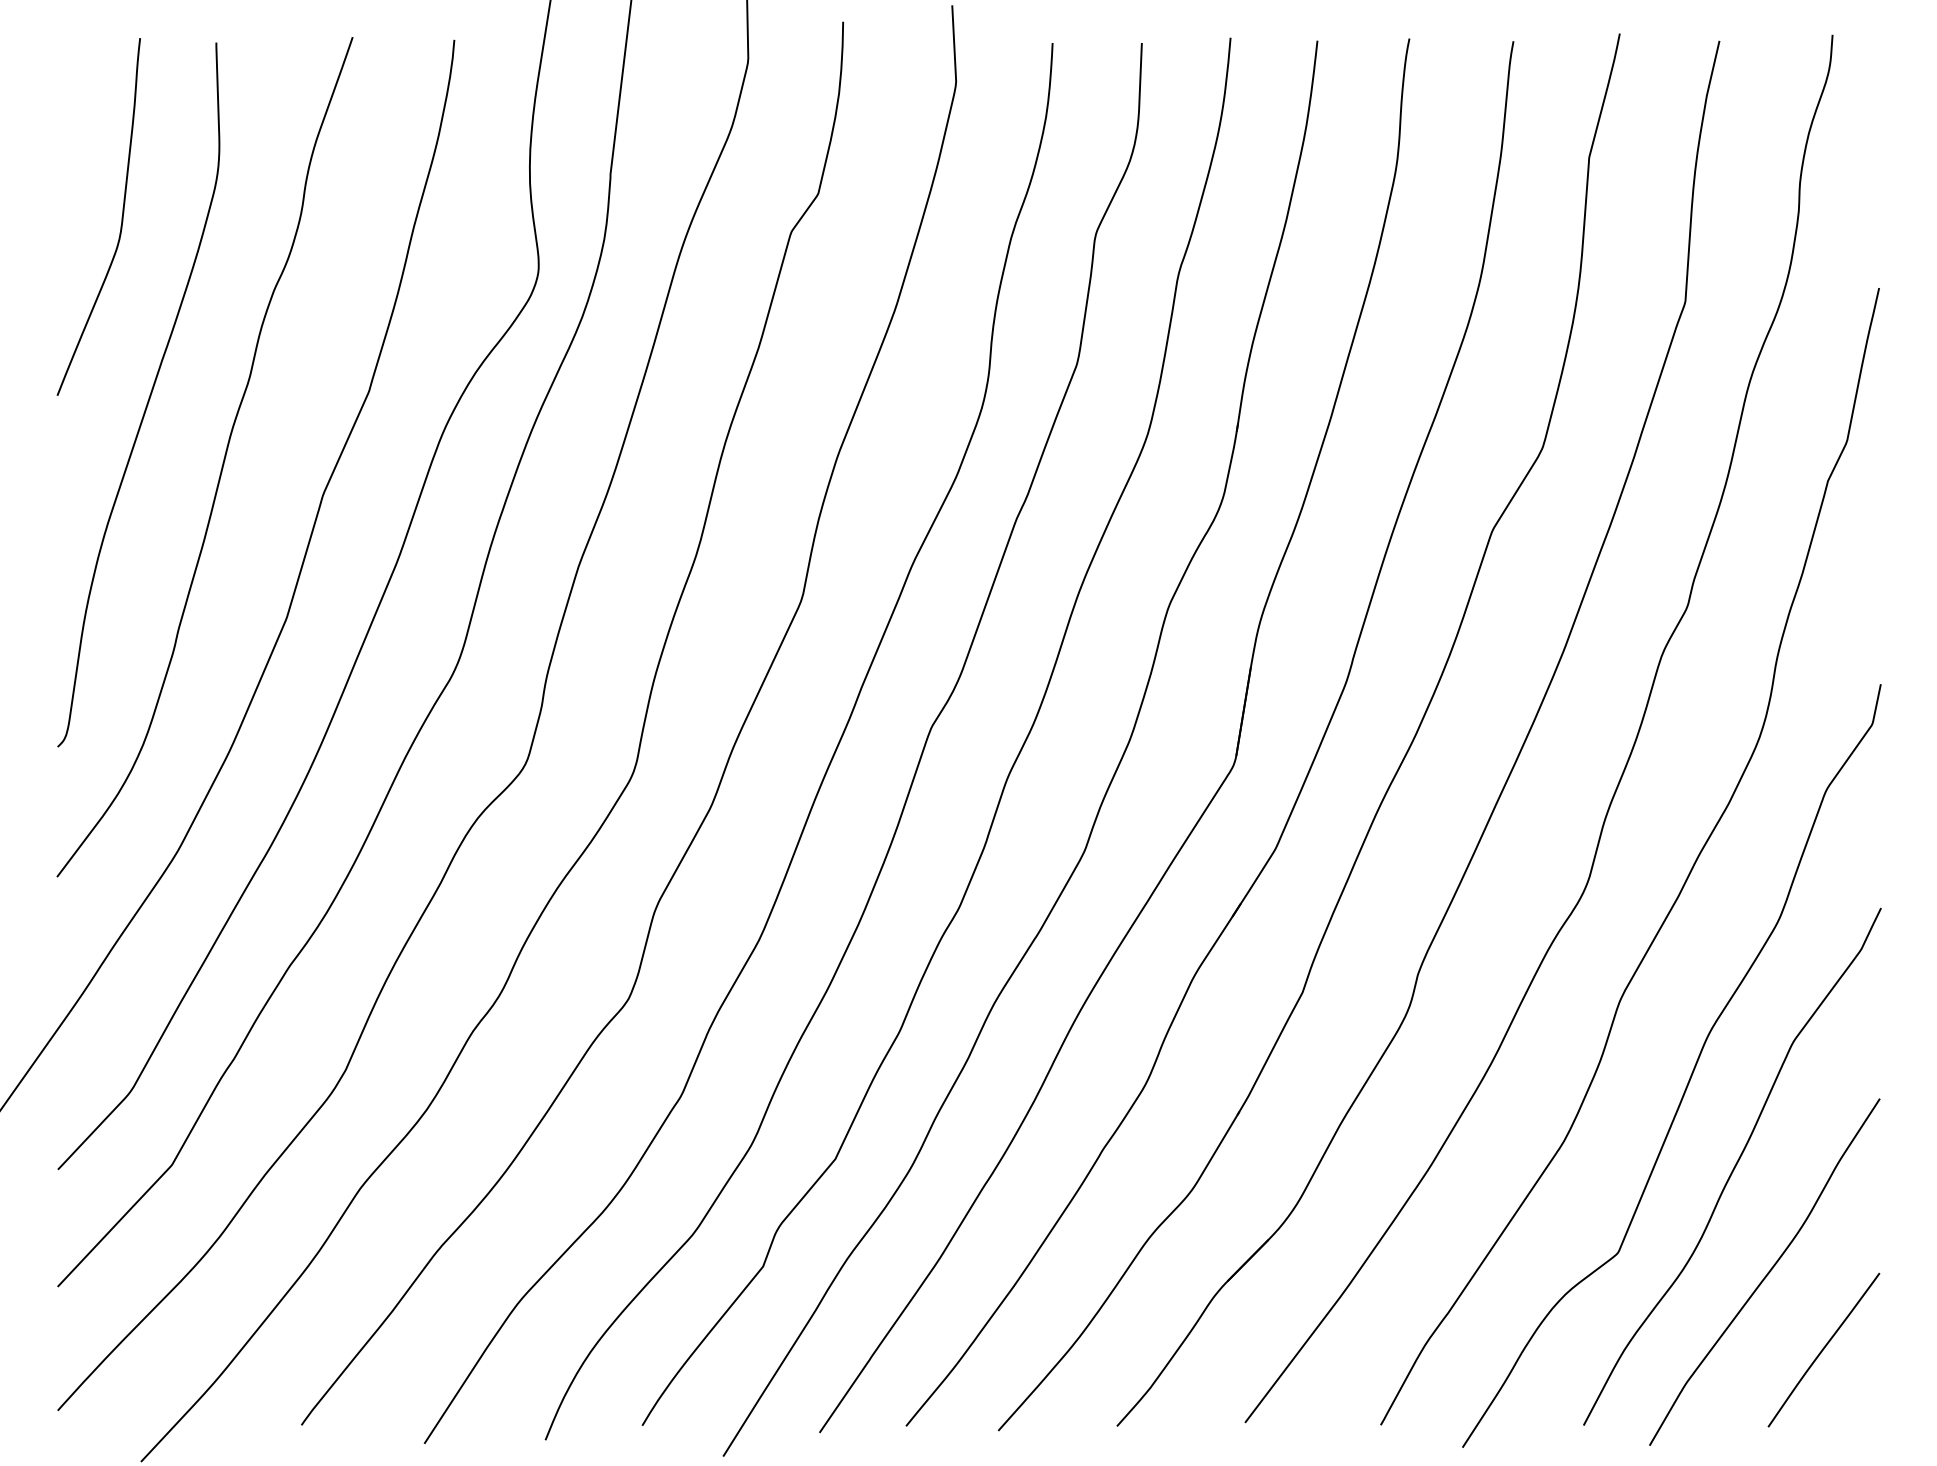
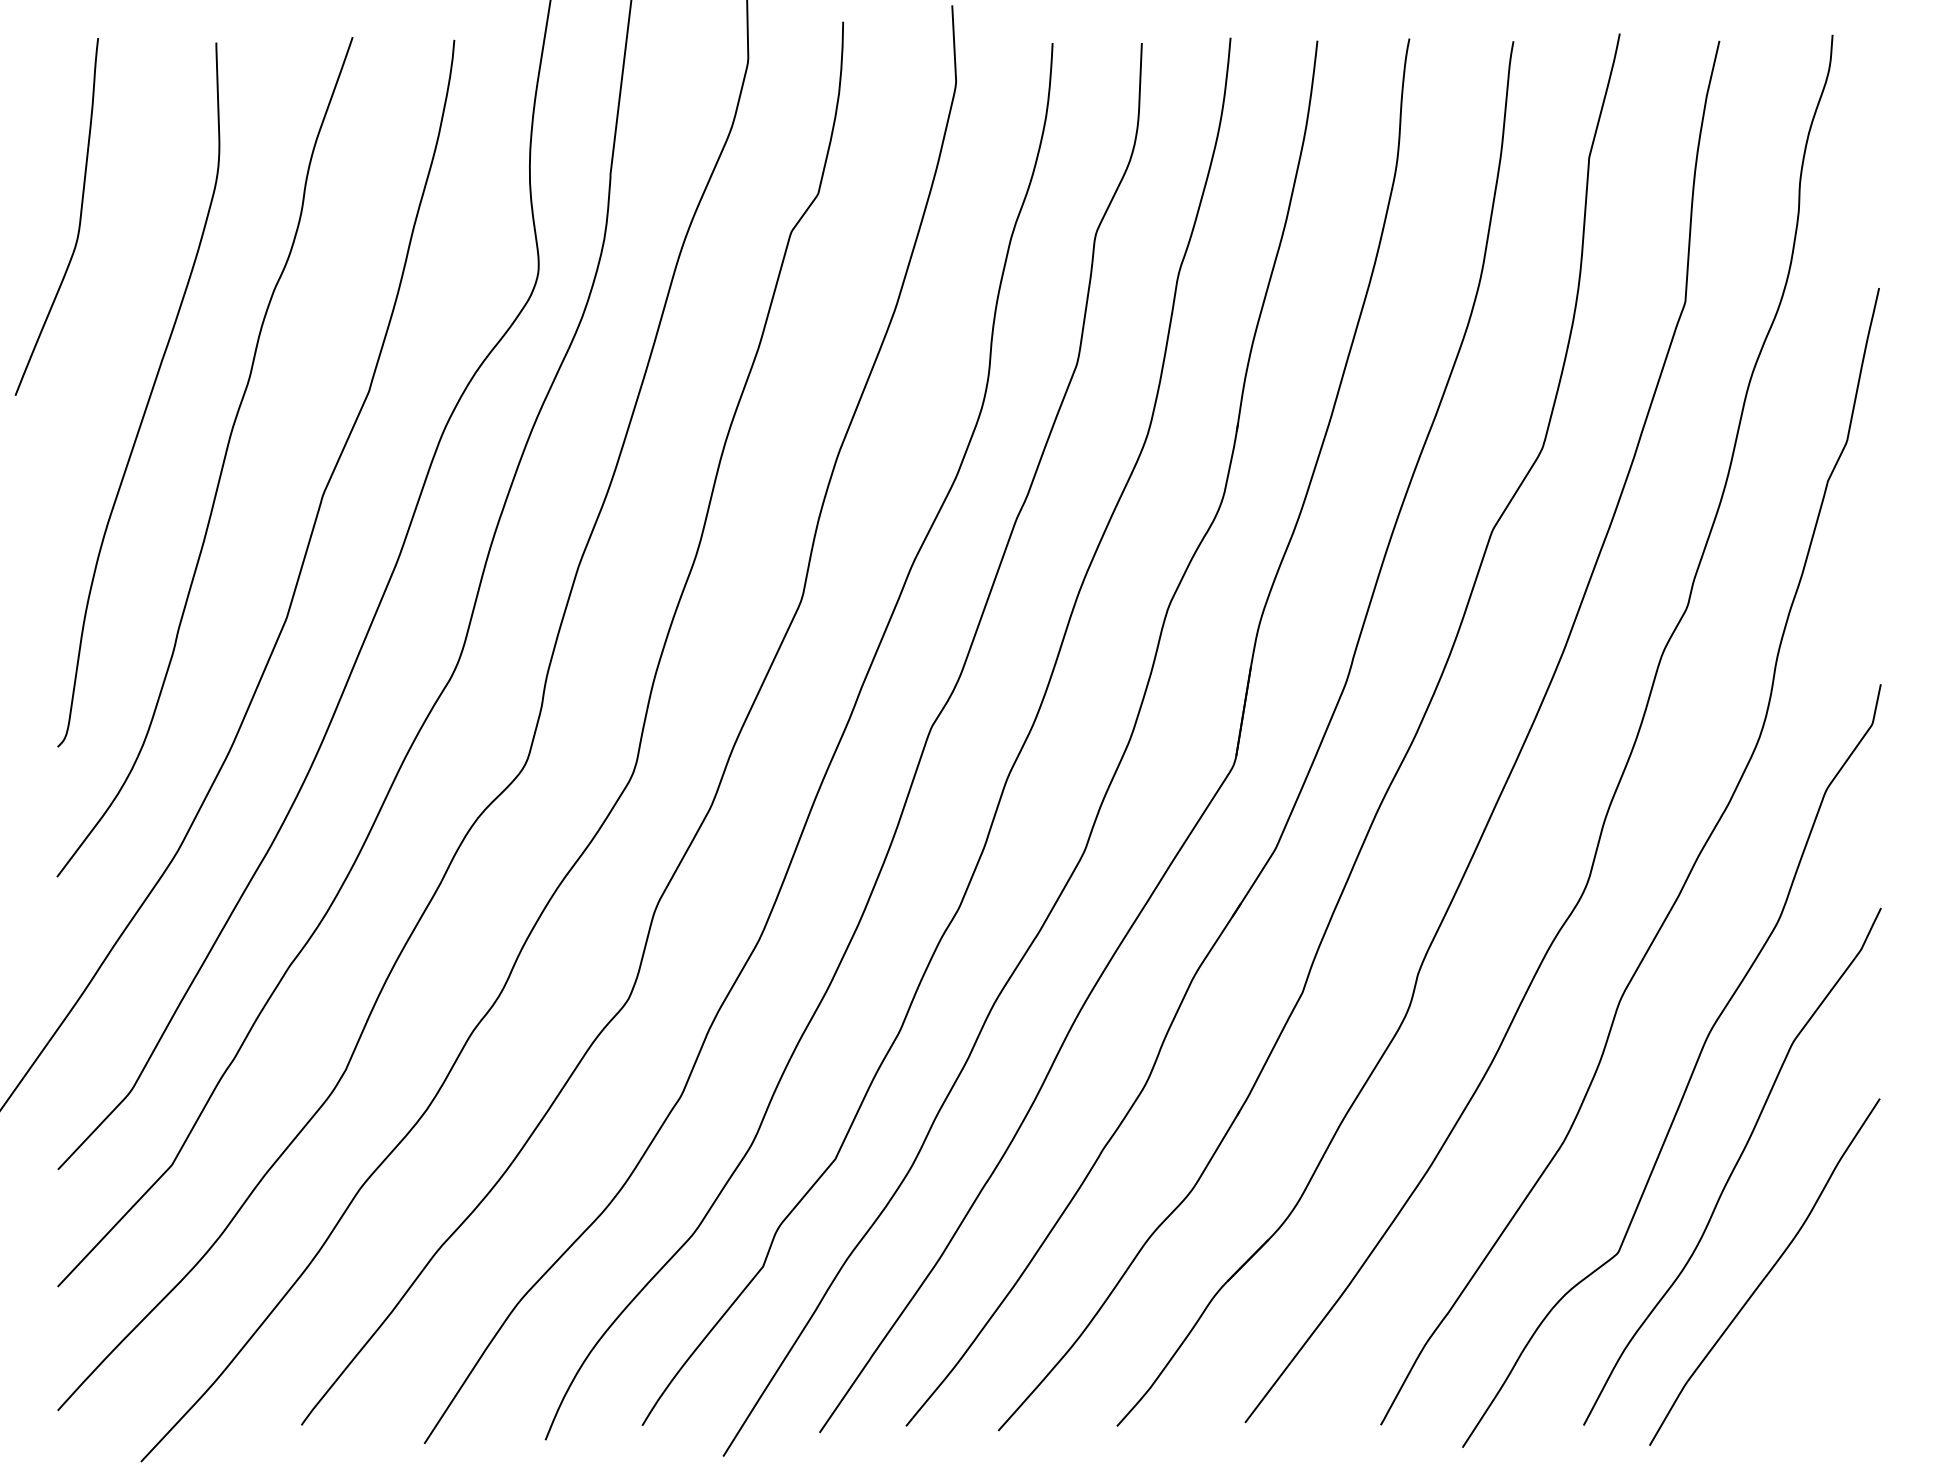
curve at (121, 216) position: (121, 216) -> (79, 216)
curve at (1823, 1349): present -> none
